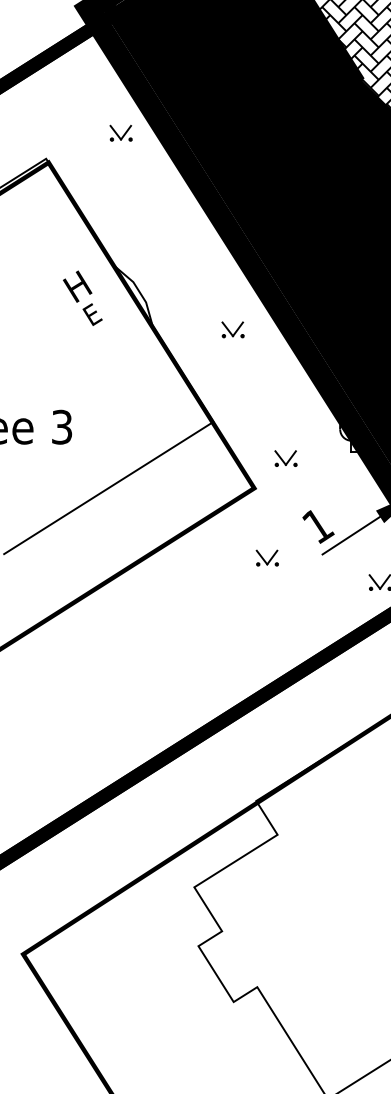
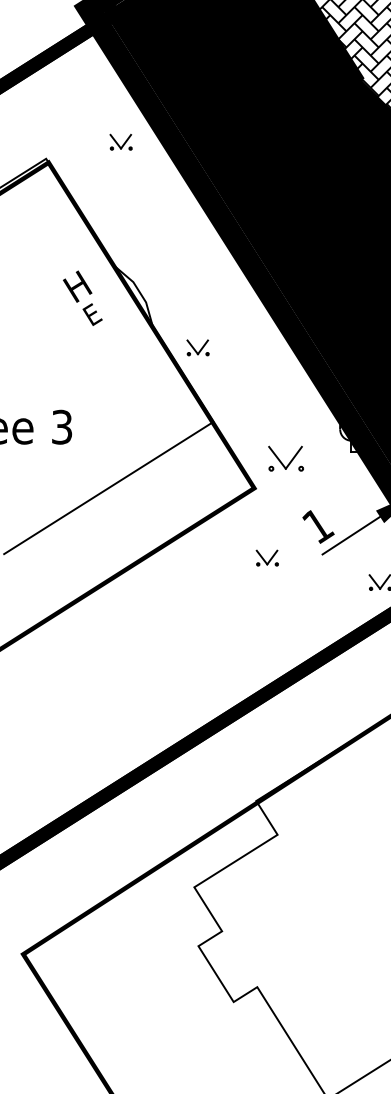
part at (120, 132) position: (120, 132) -> (120, 141)
part at (232, 329) position: (232, 329) -> (197, 347)
part at (285, 458) size: 24x17 px -> 36x27 px
